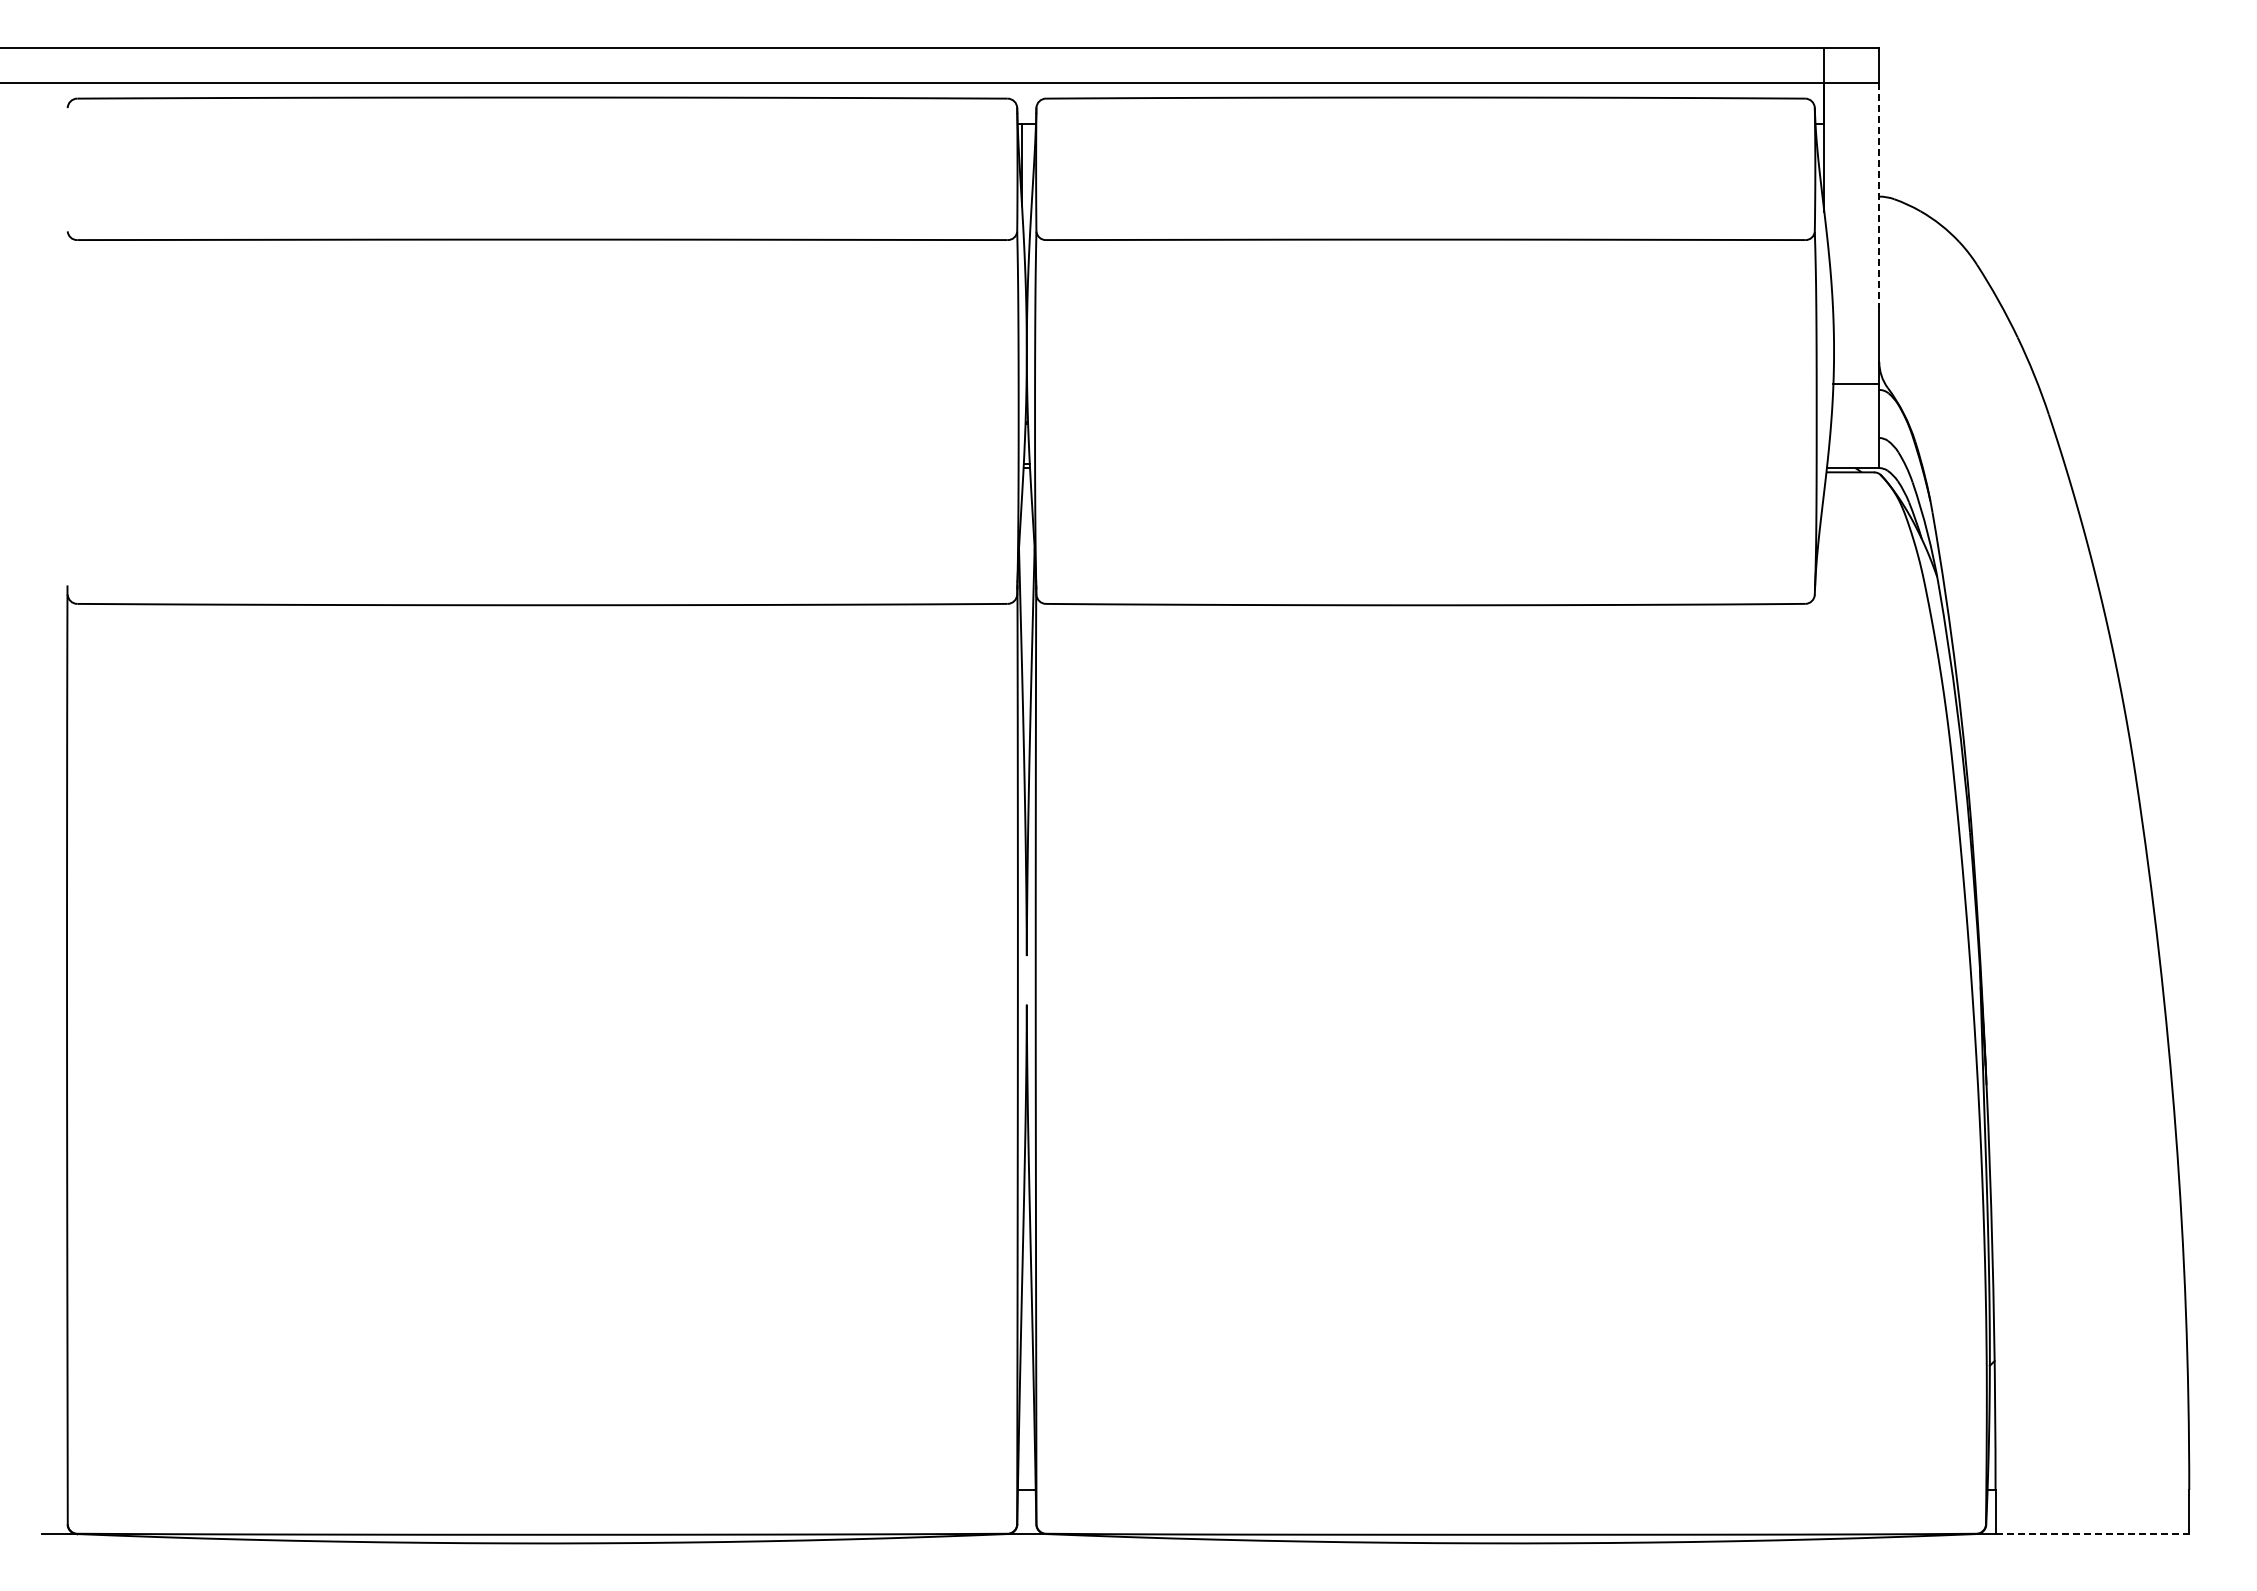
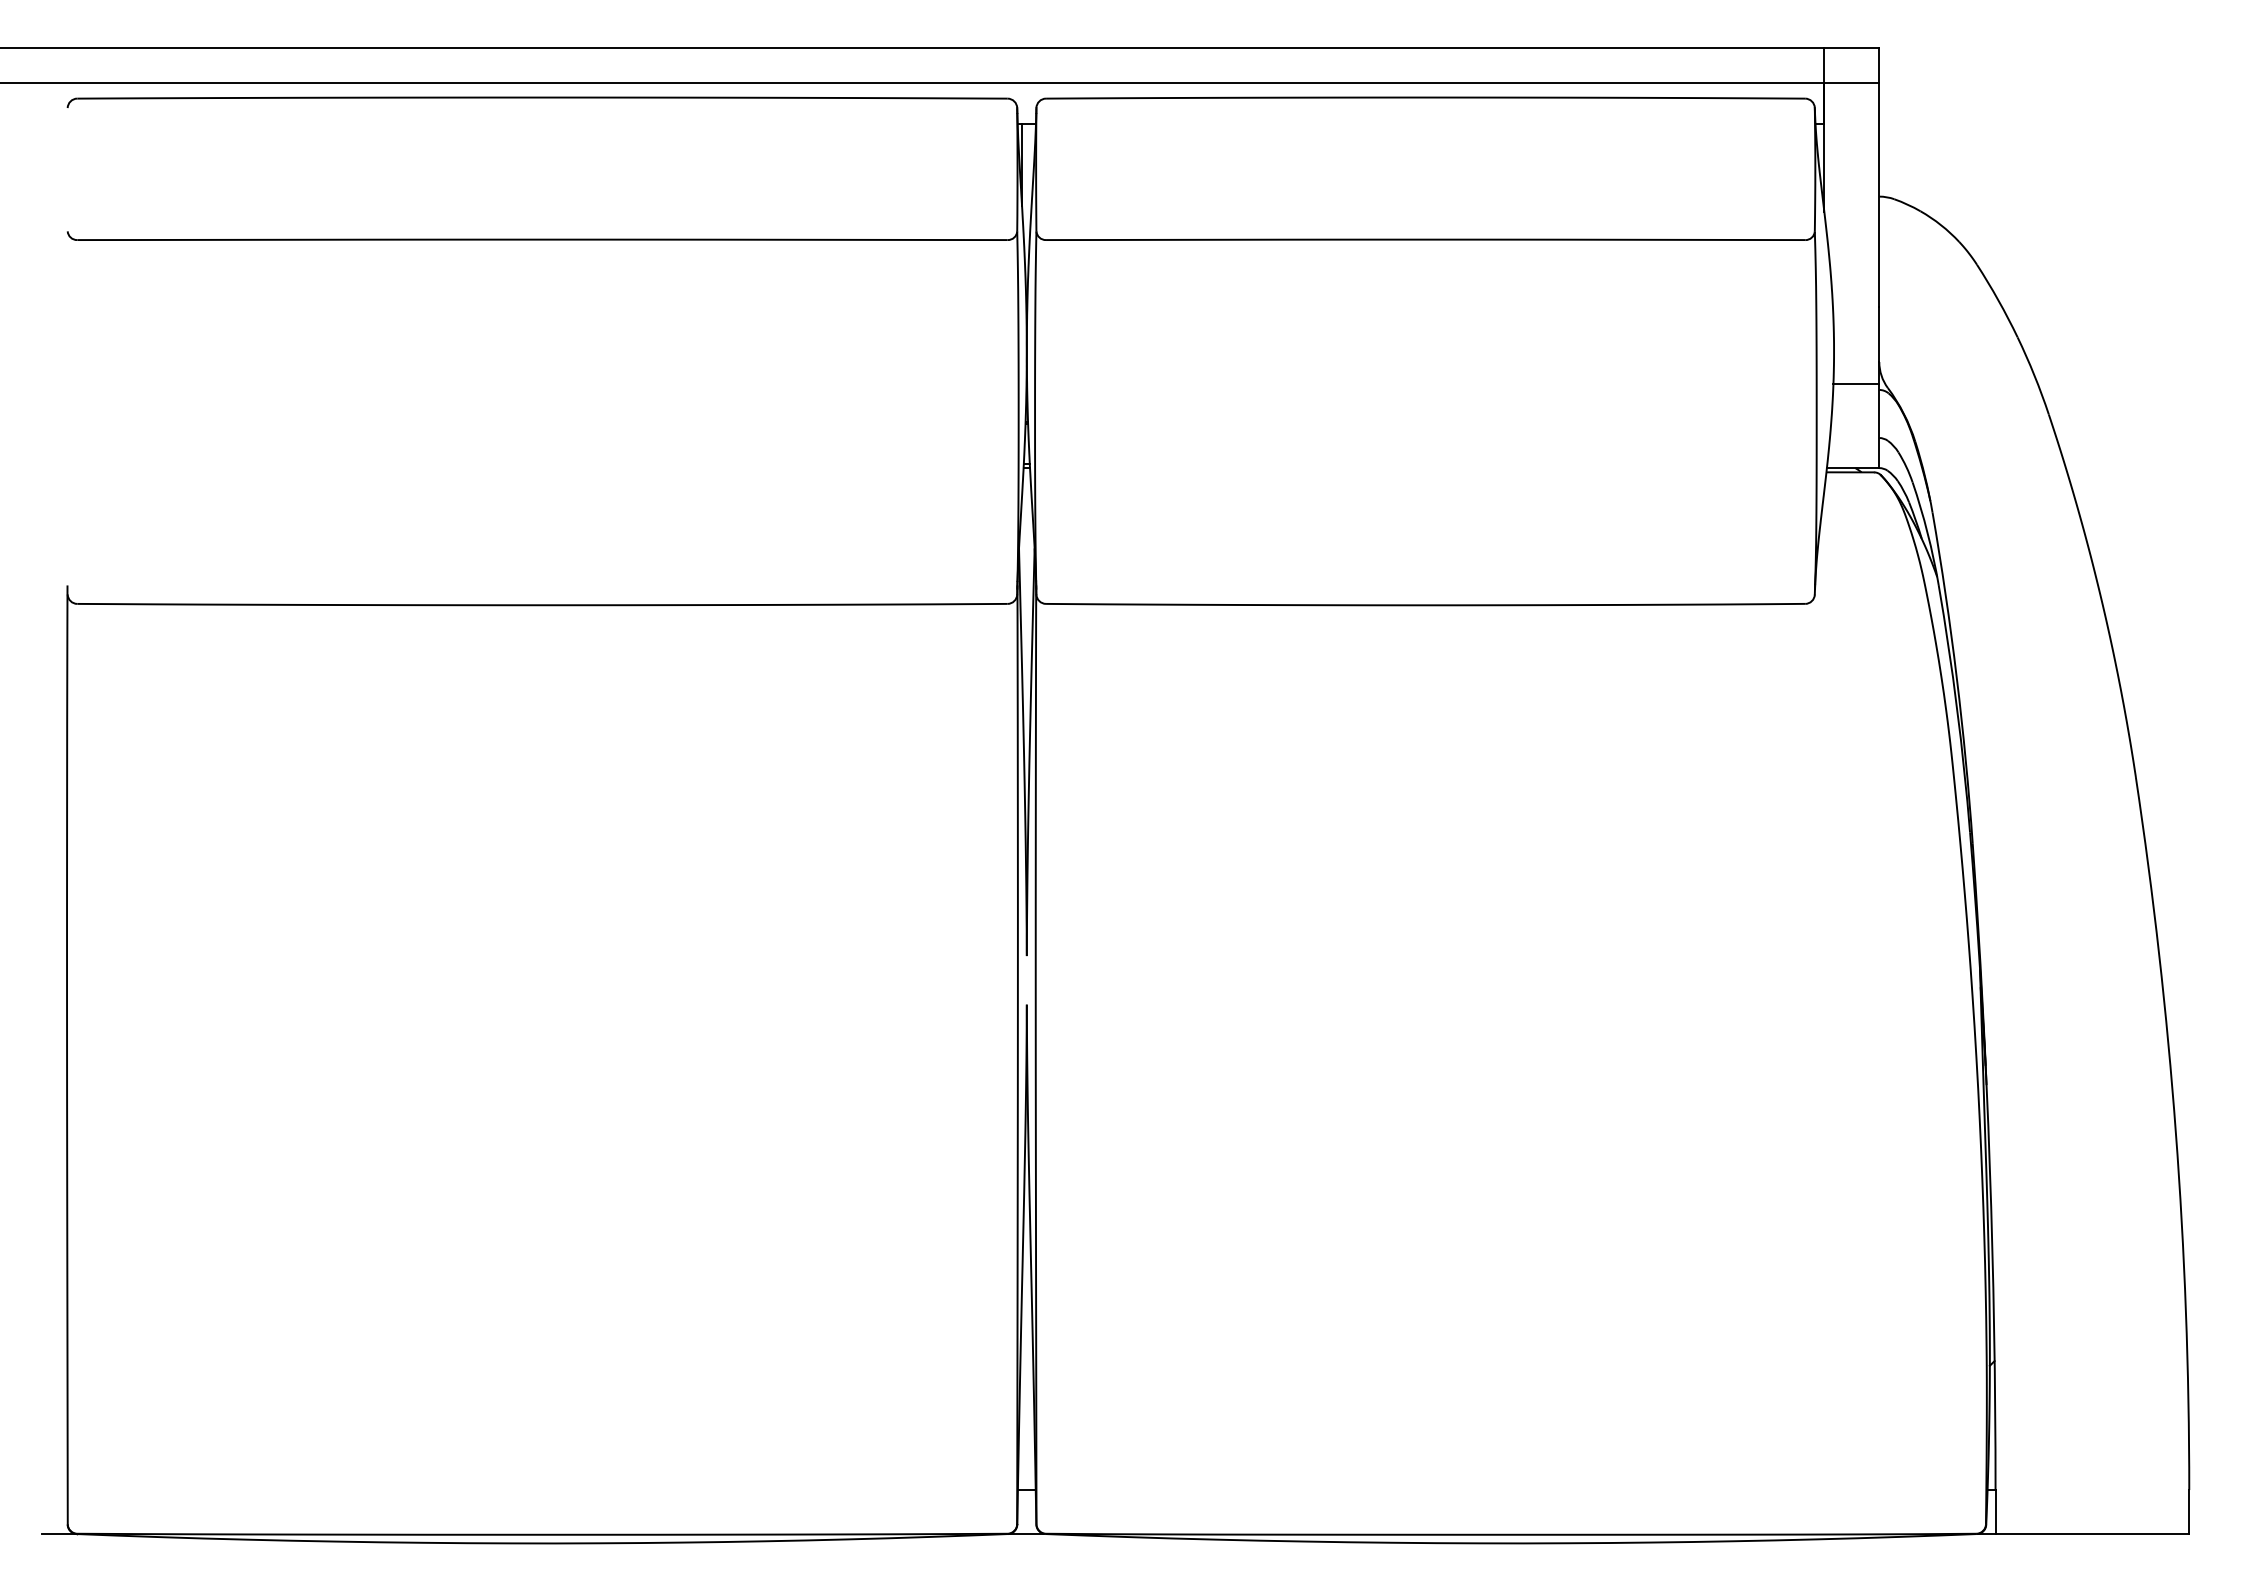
line at (1879, 195): dashed -> solid
line at (2092, 1533): dashed -> solid
